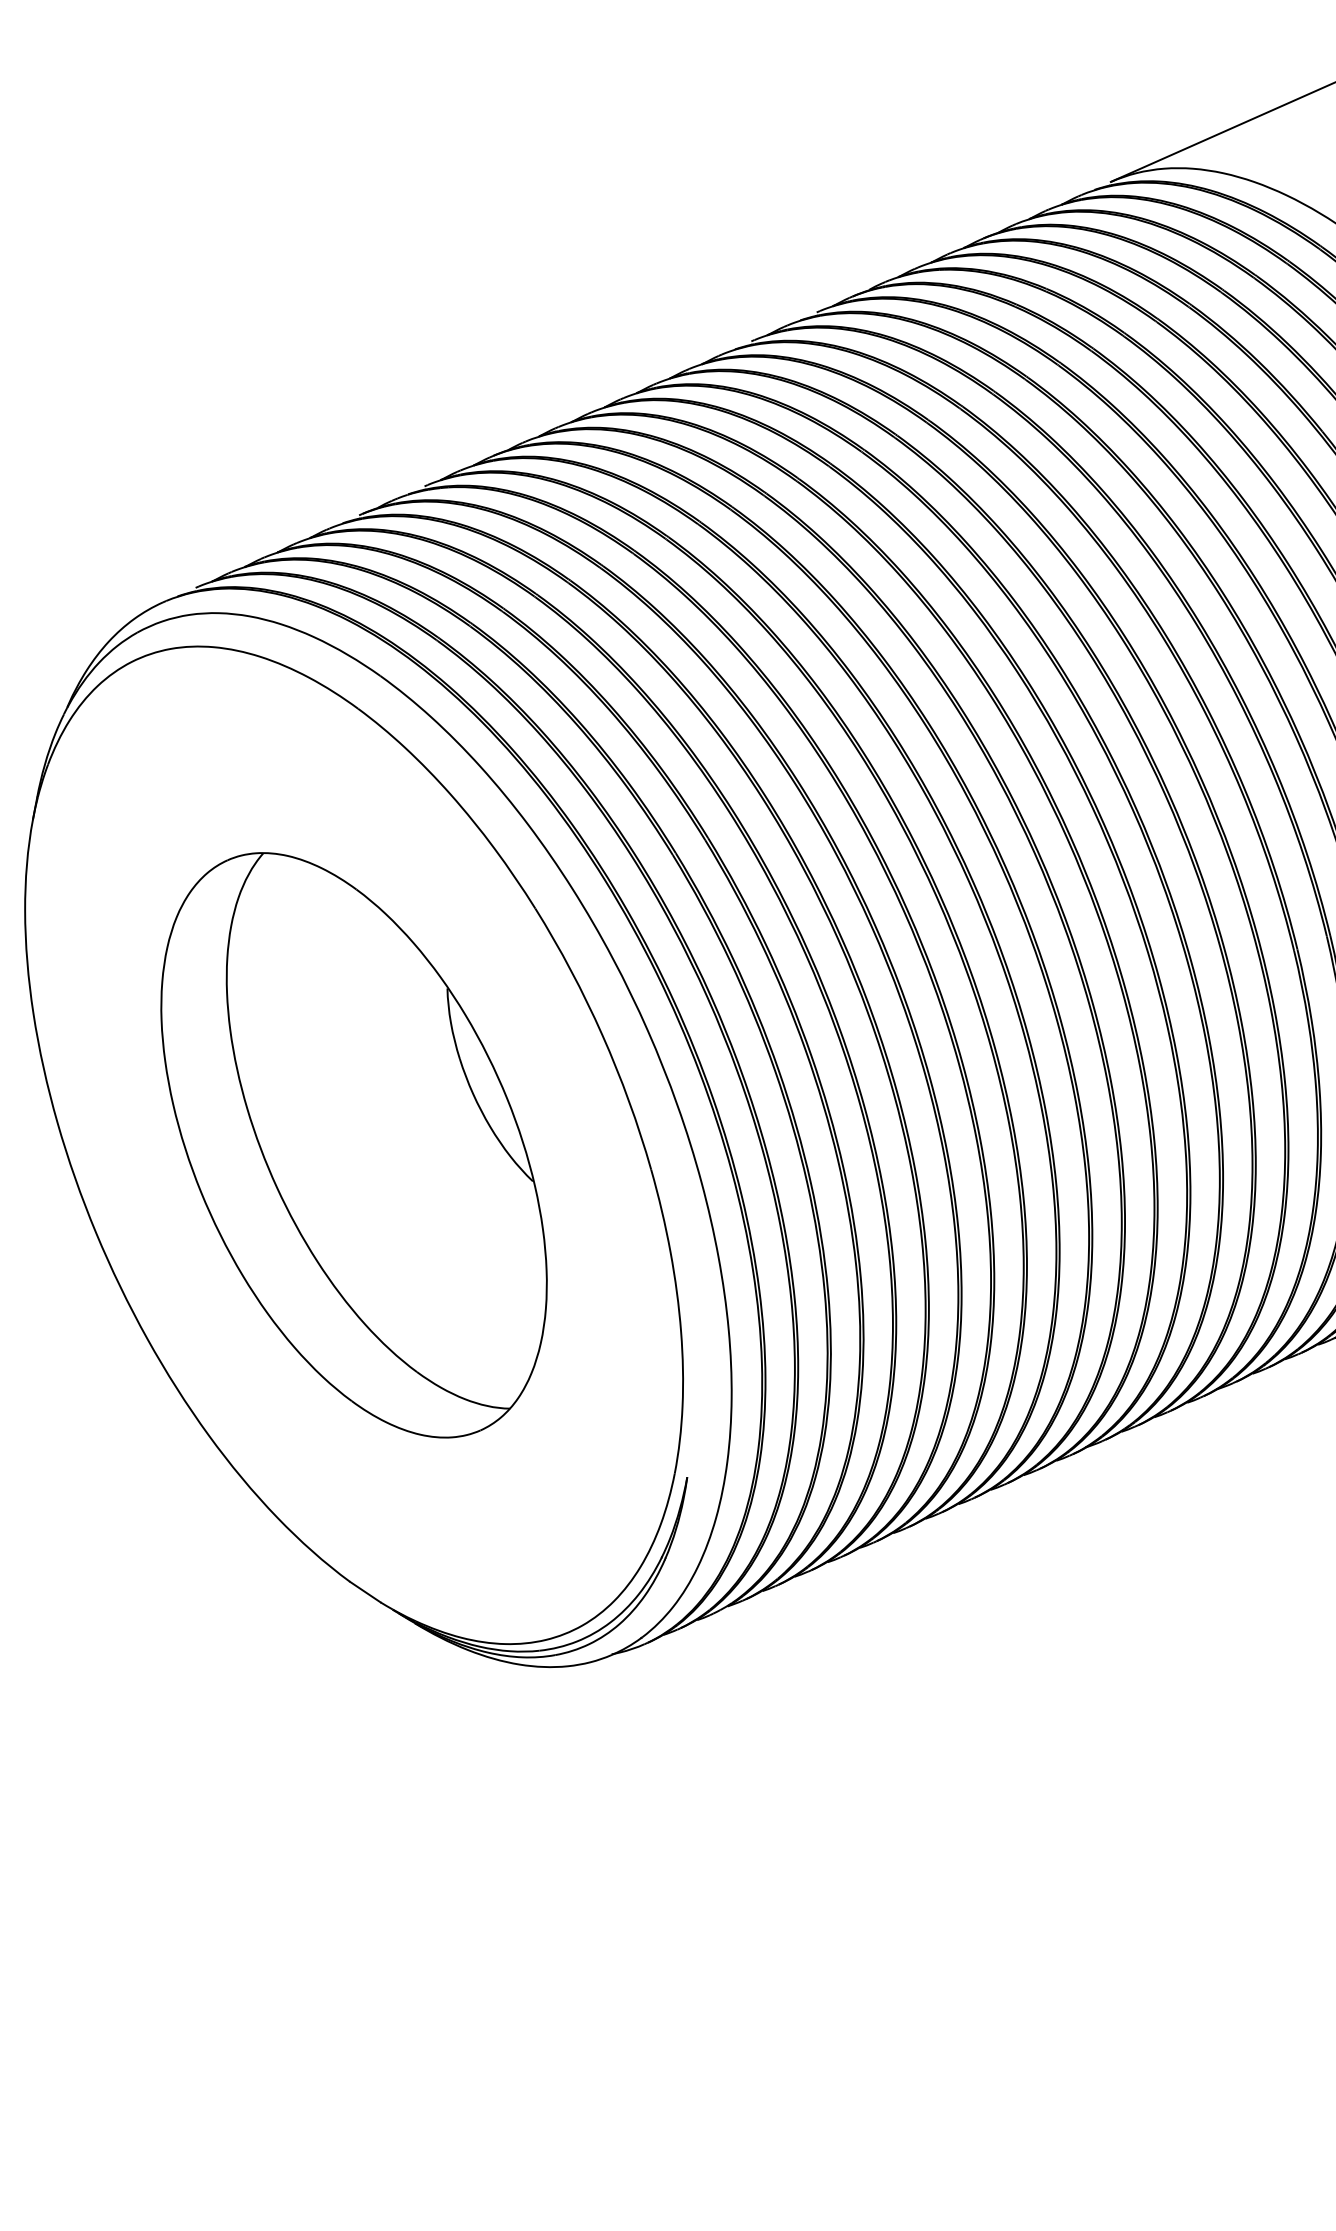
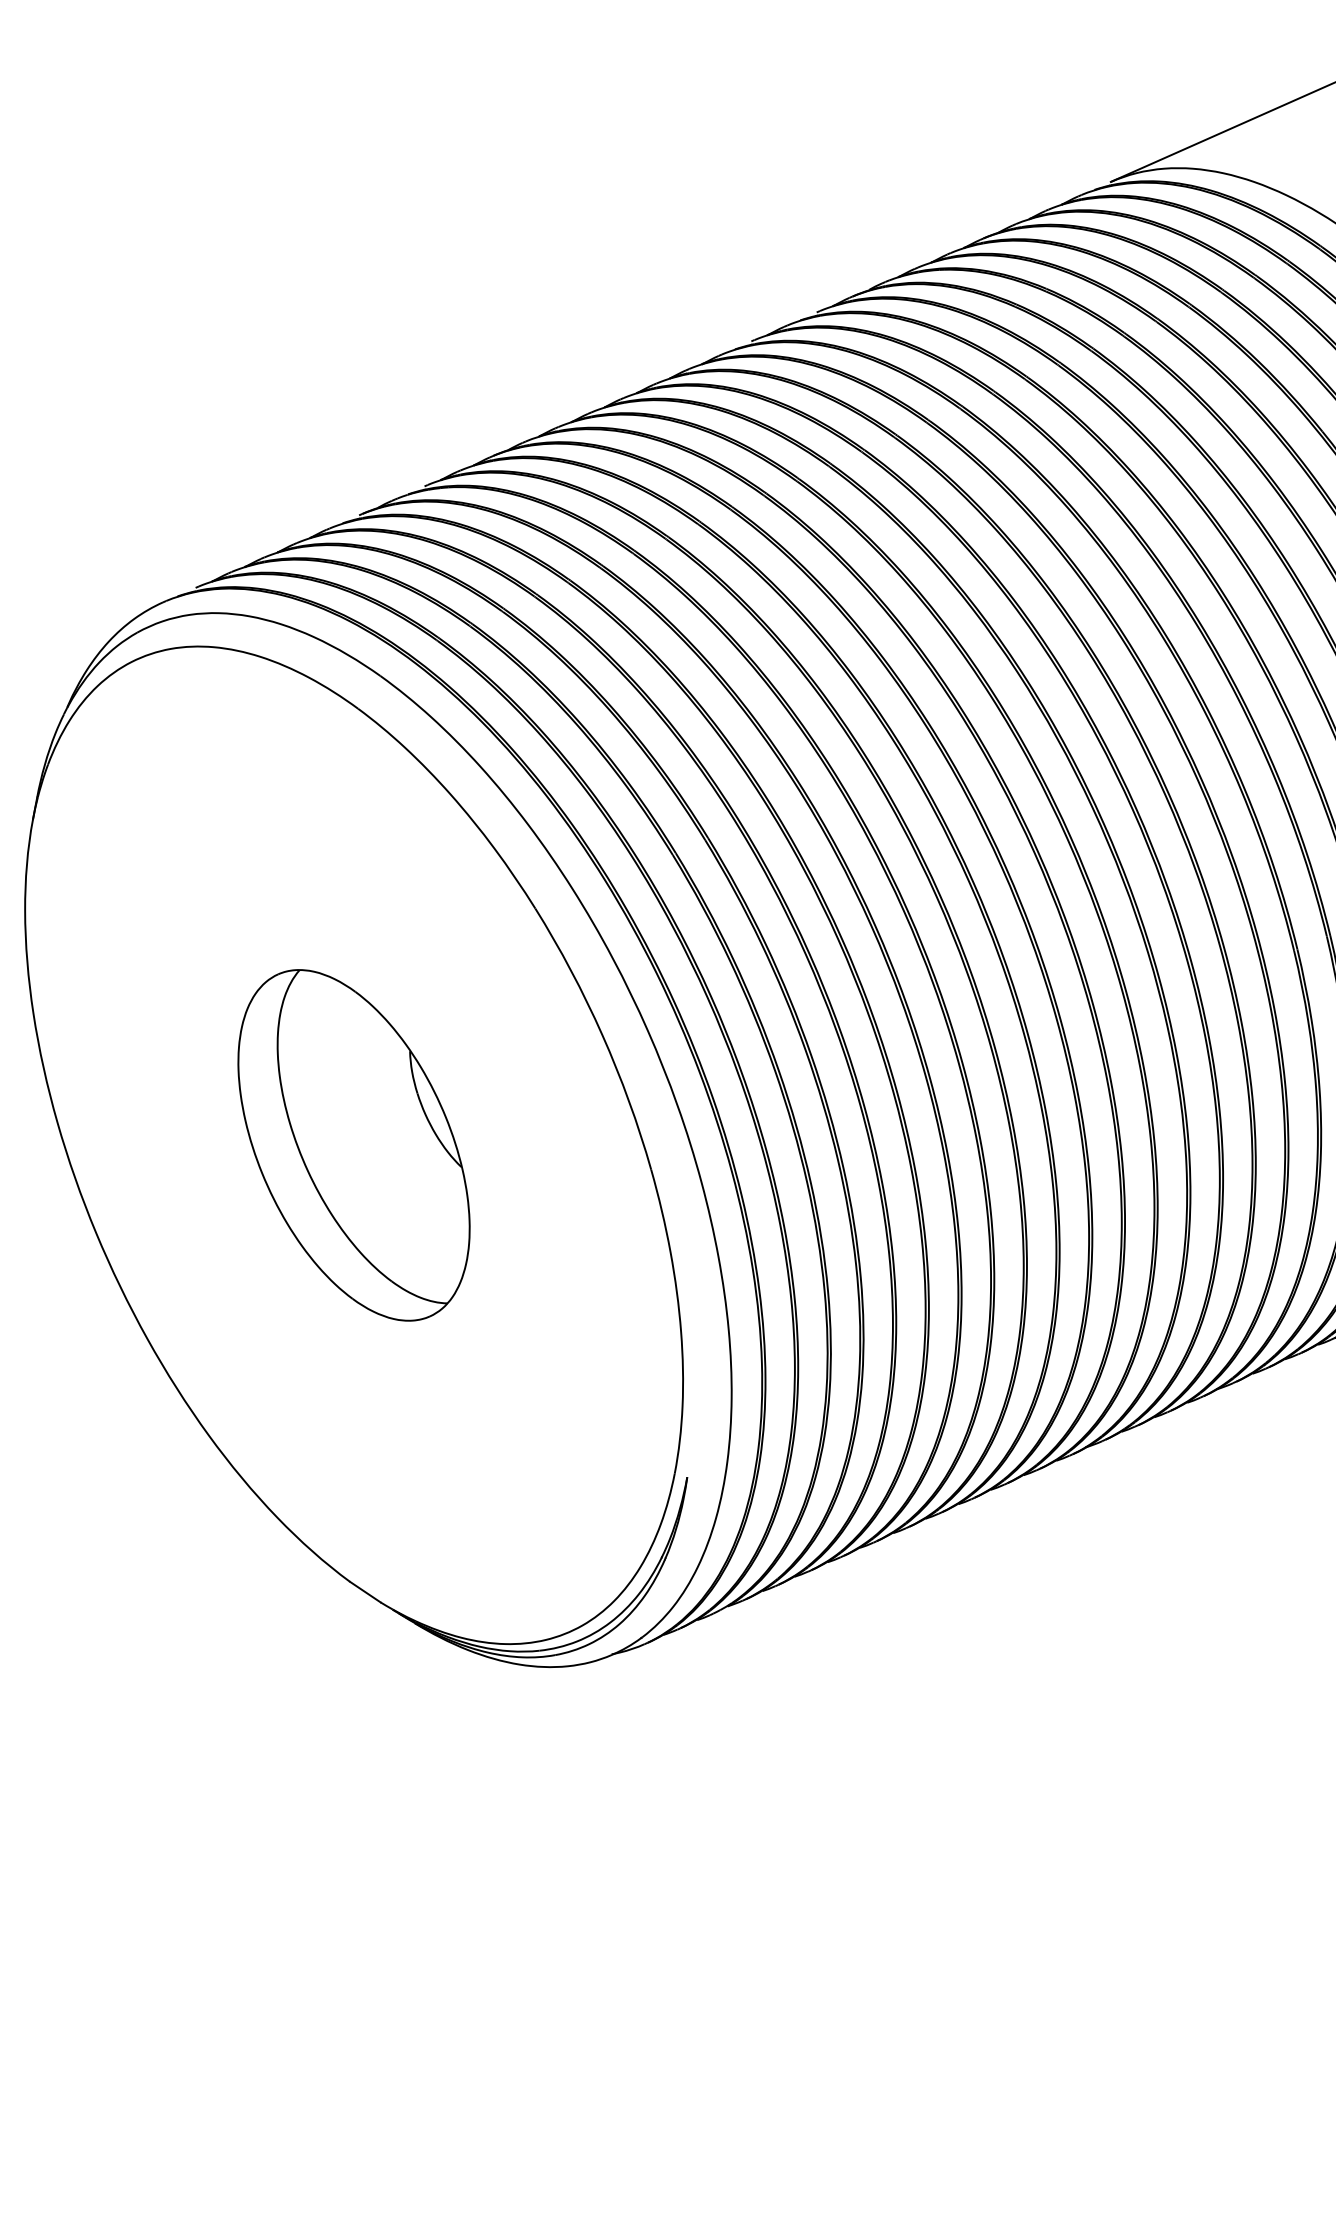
part at (353, 1145) size: 388x587 px -> 234x353 px
